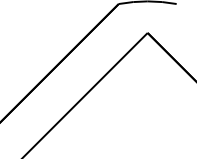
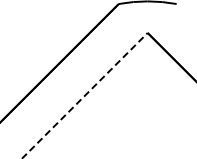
line at (84, 95): solid -> dashed
